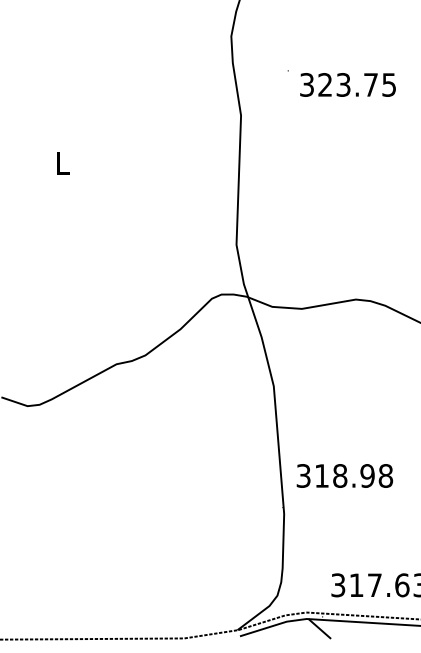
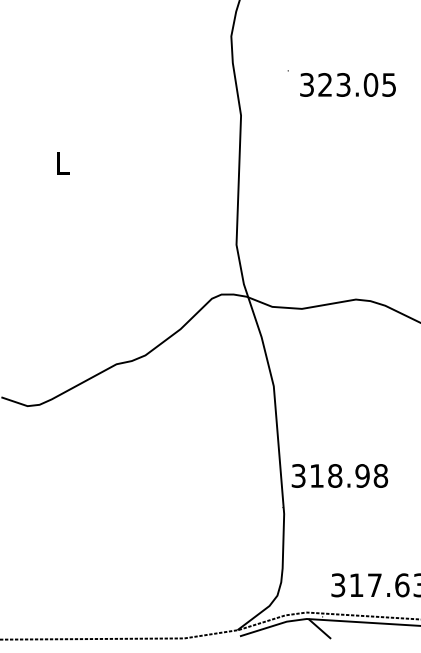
text at (370, 84): 323.75 -> 323.05
text at (344, 475) position: (344, 475) -> (339, 475)
